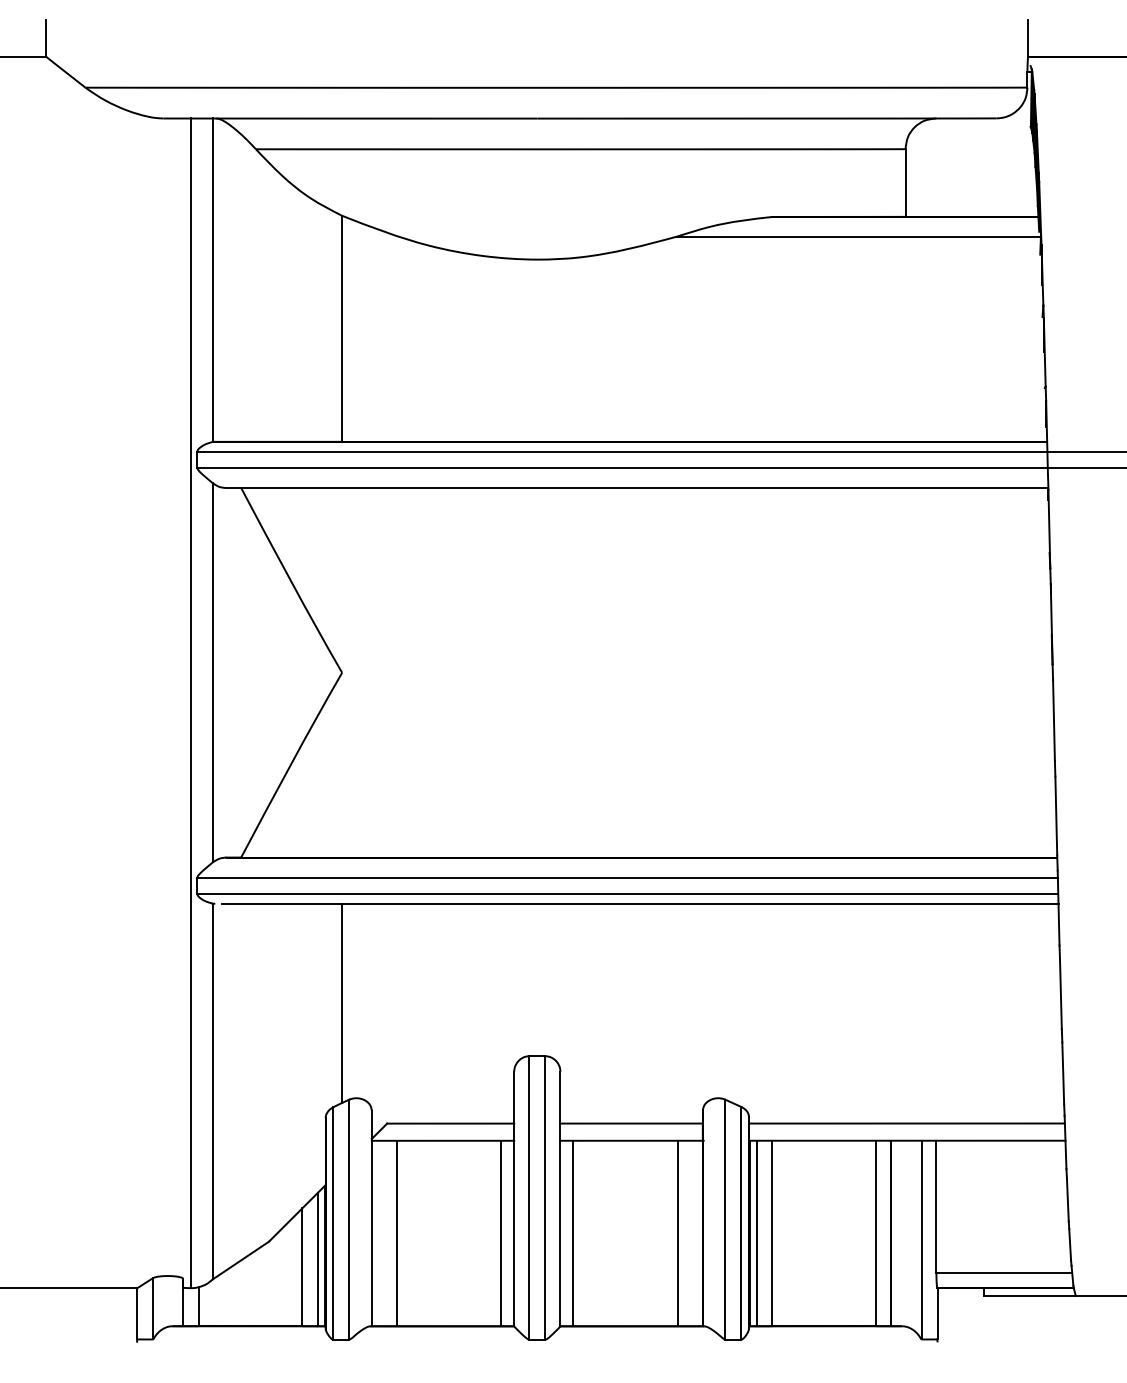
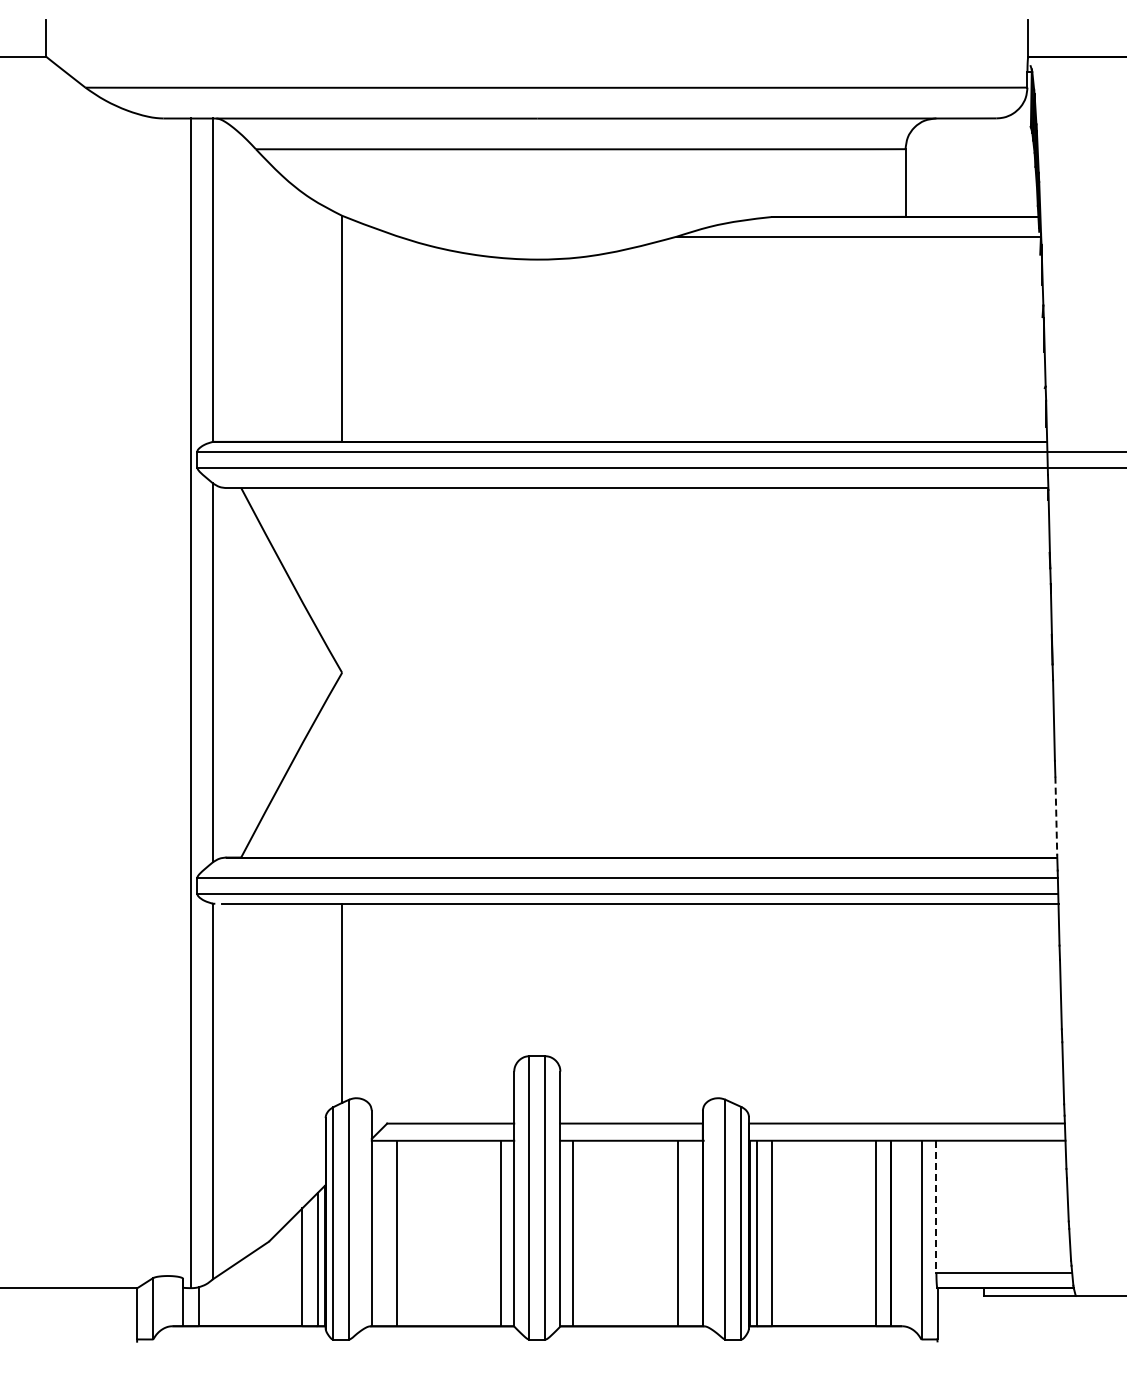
line at (1056, 816): solid -> dashed
line at (936, 1207): solid -> dashed
